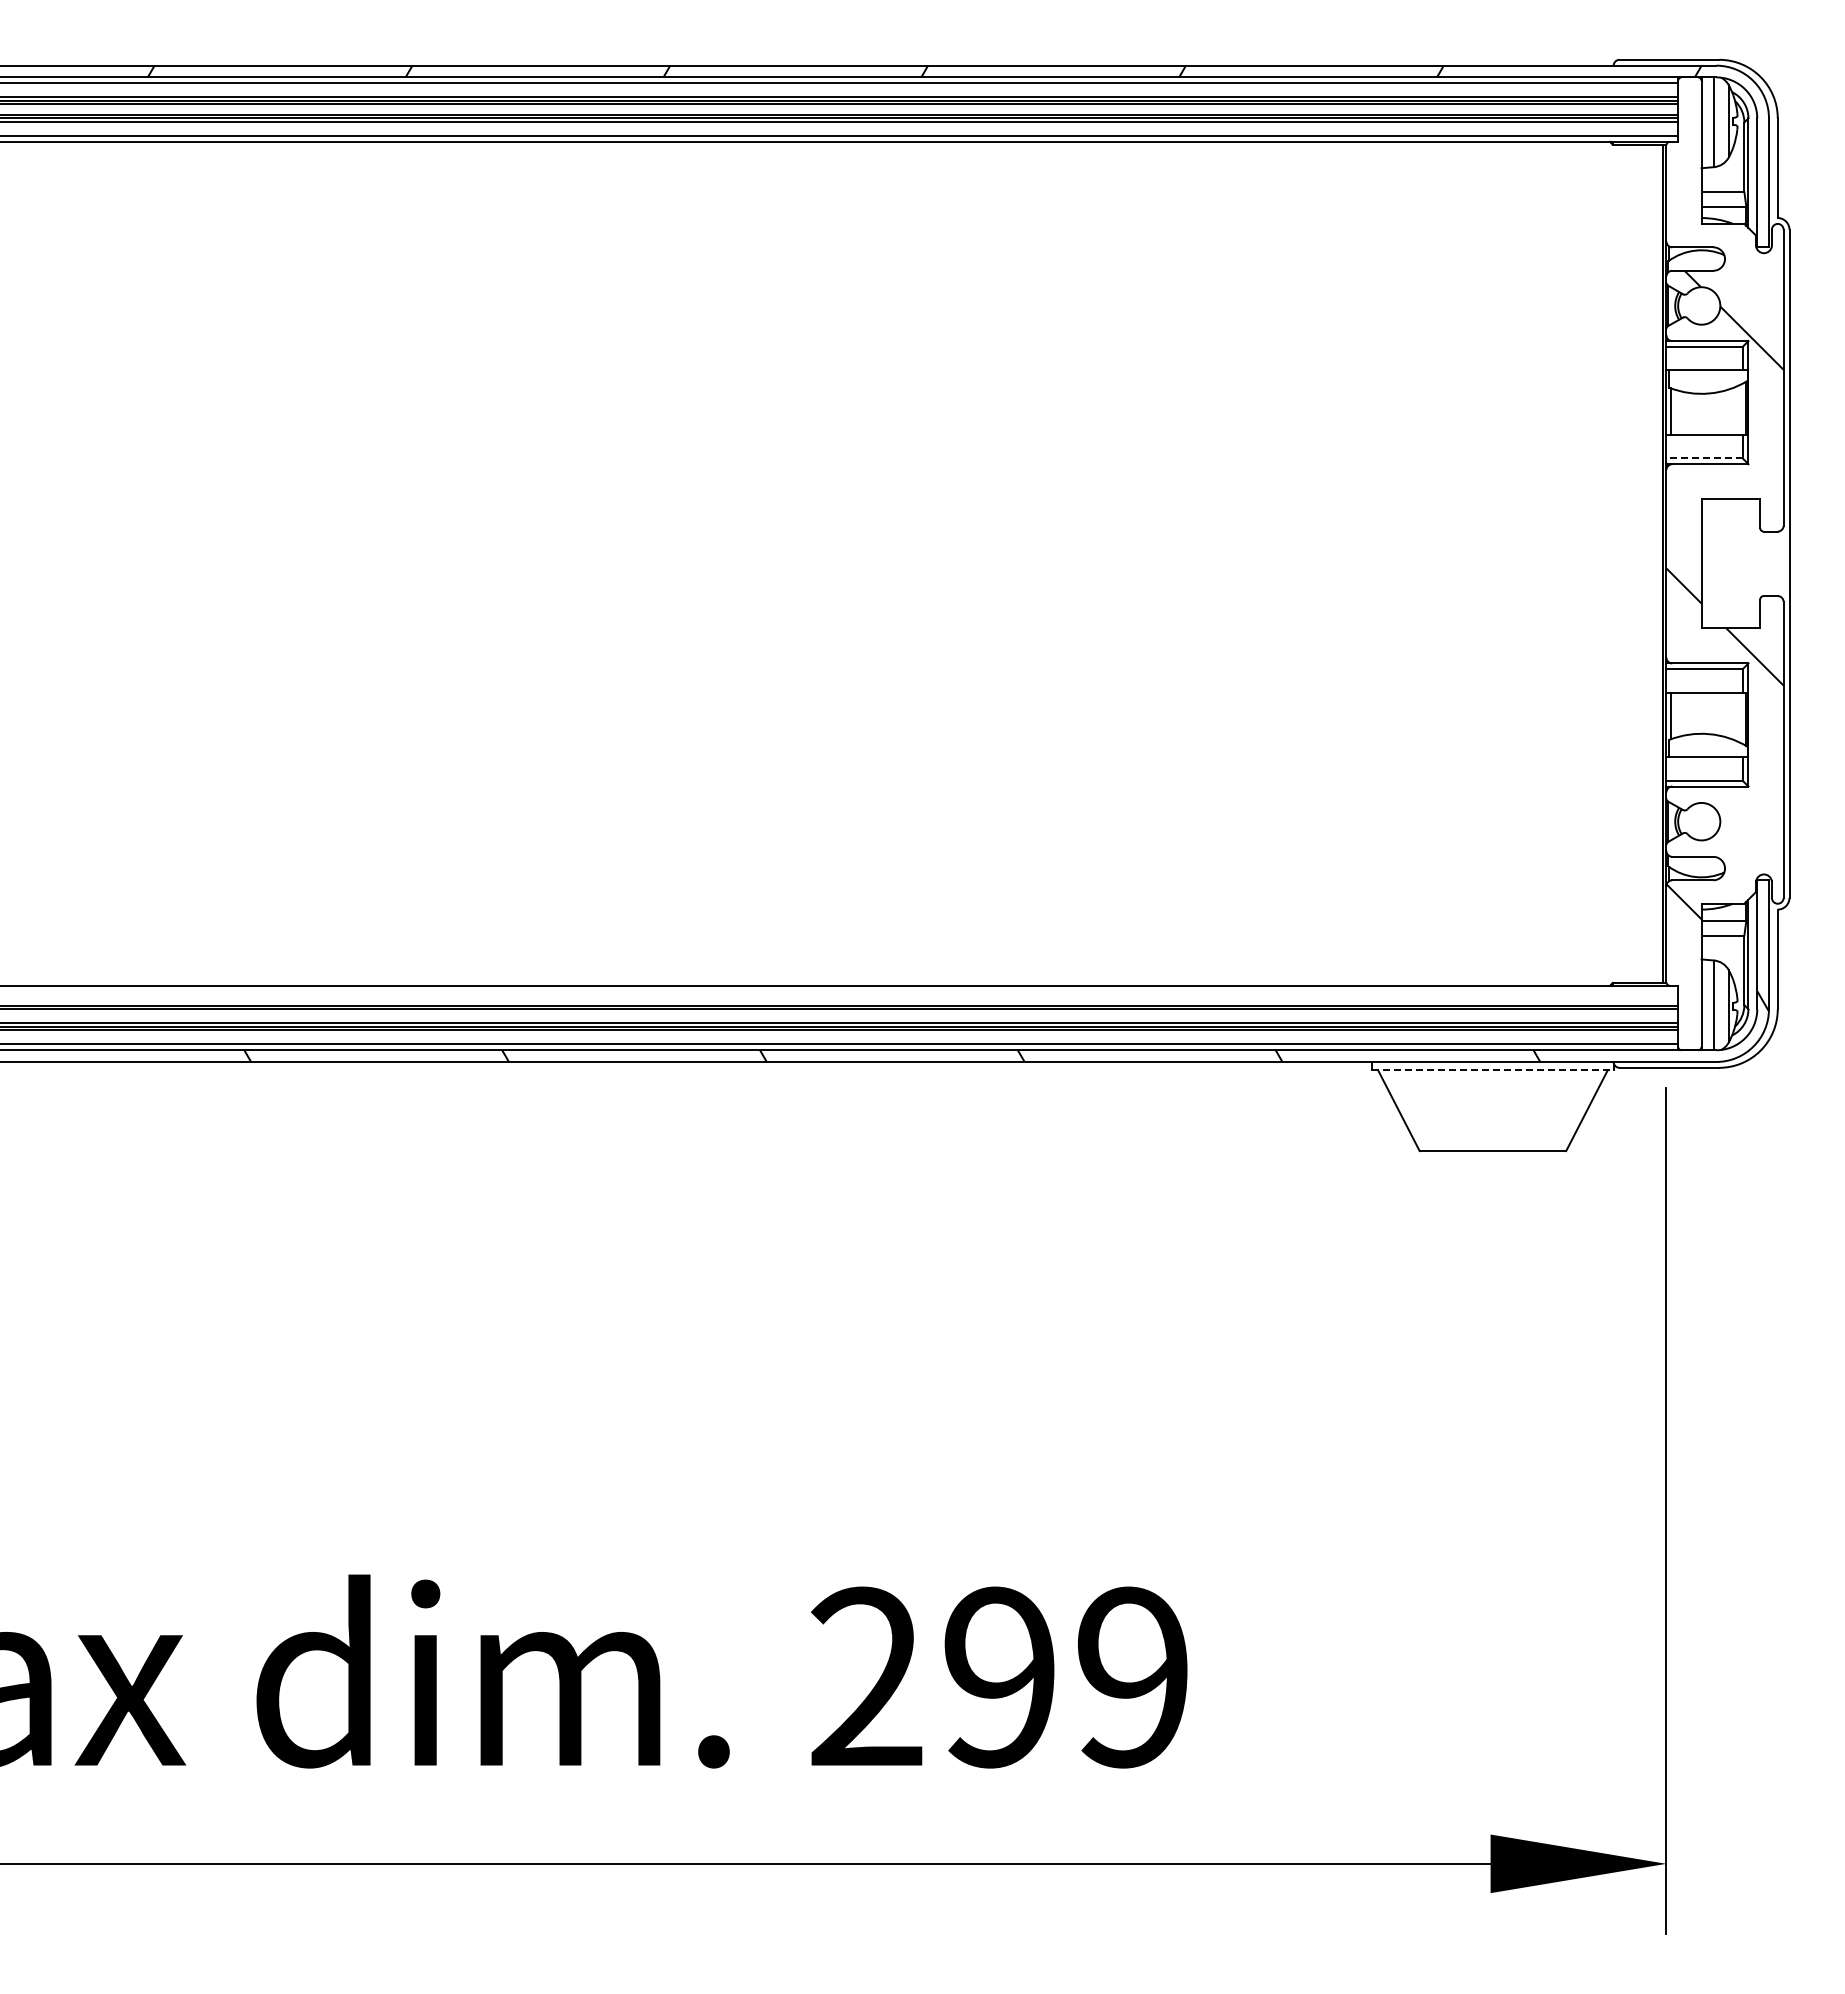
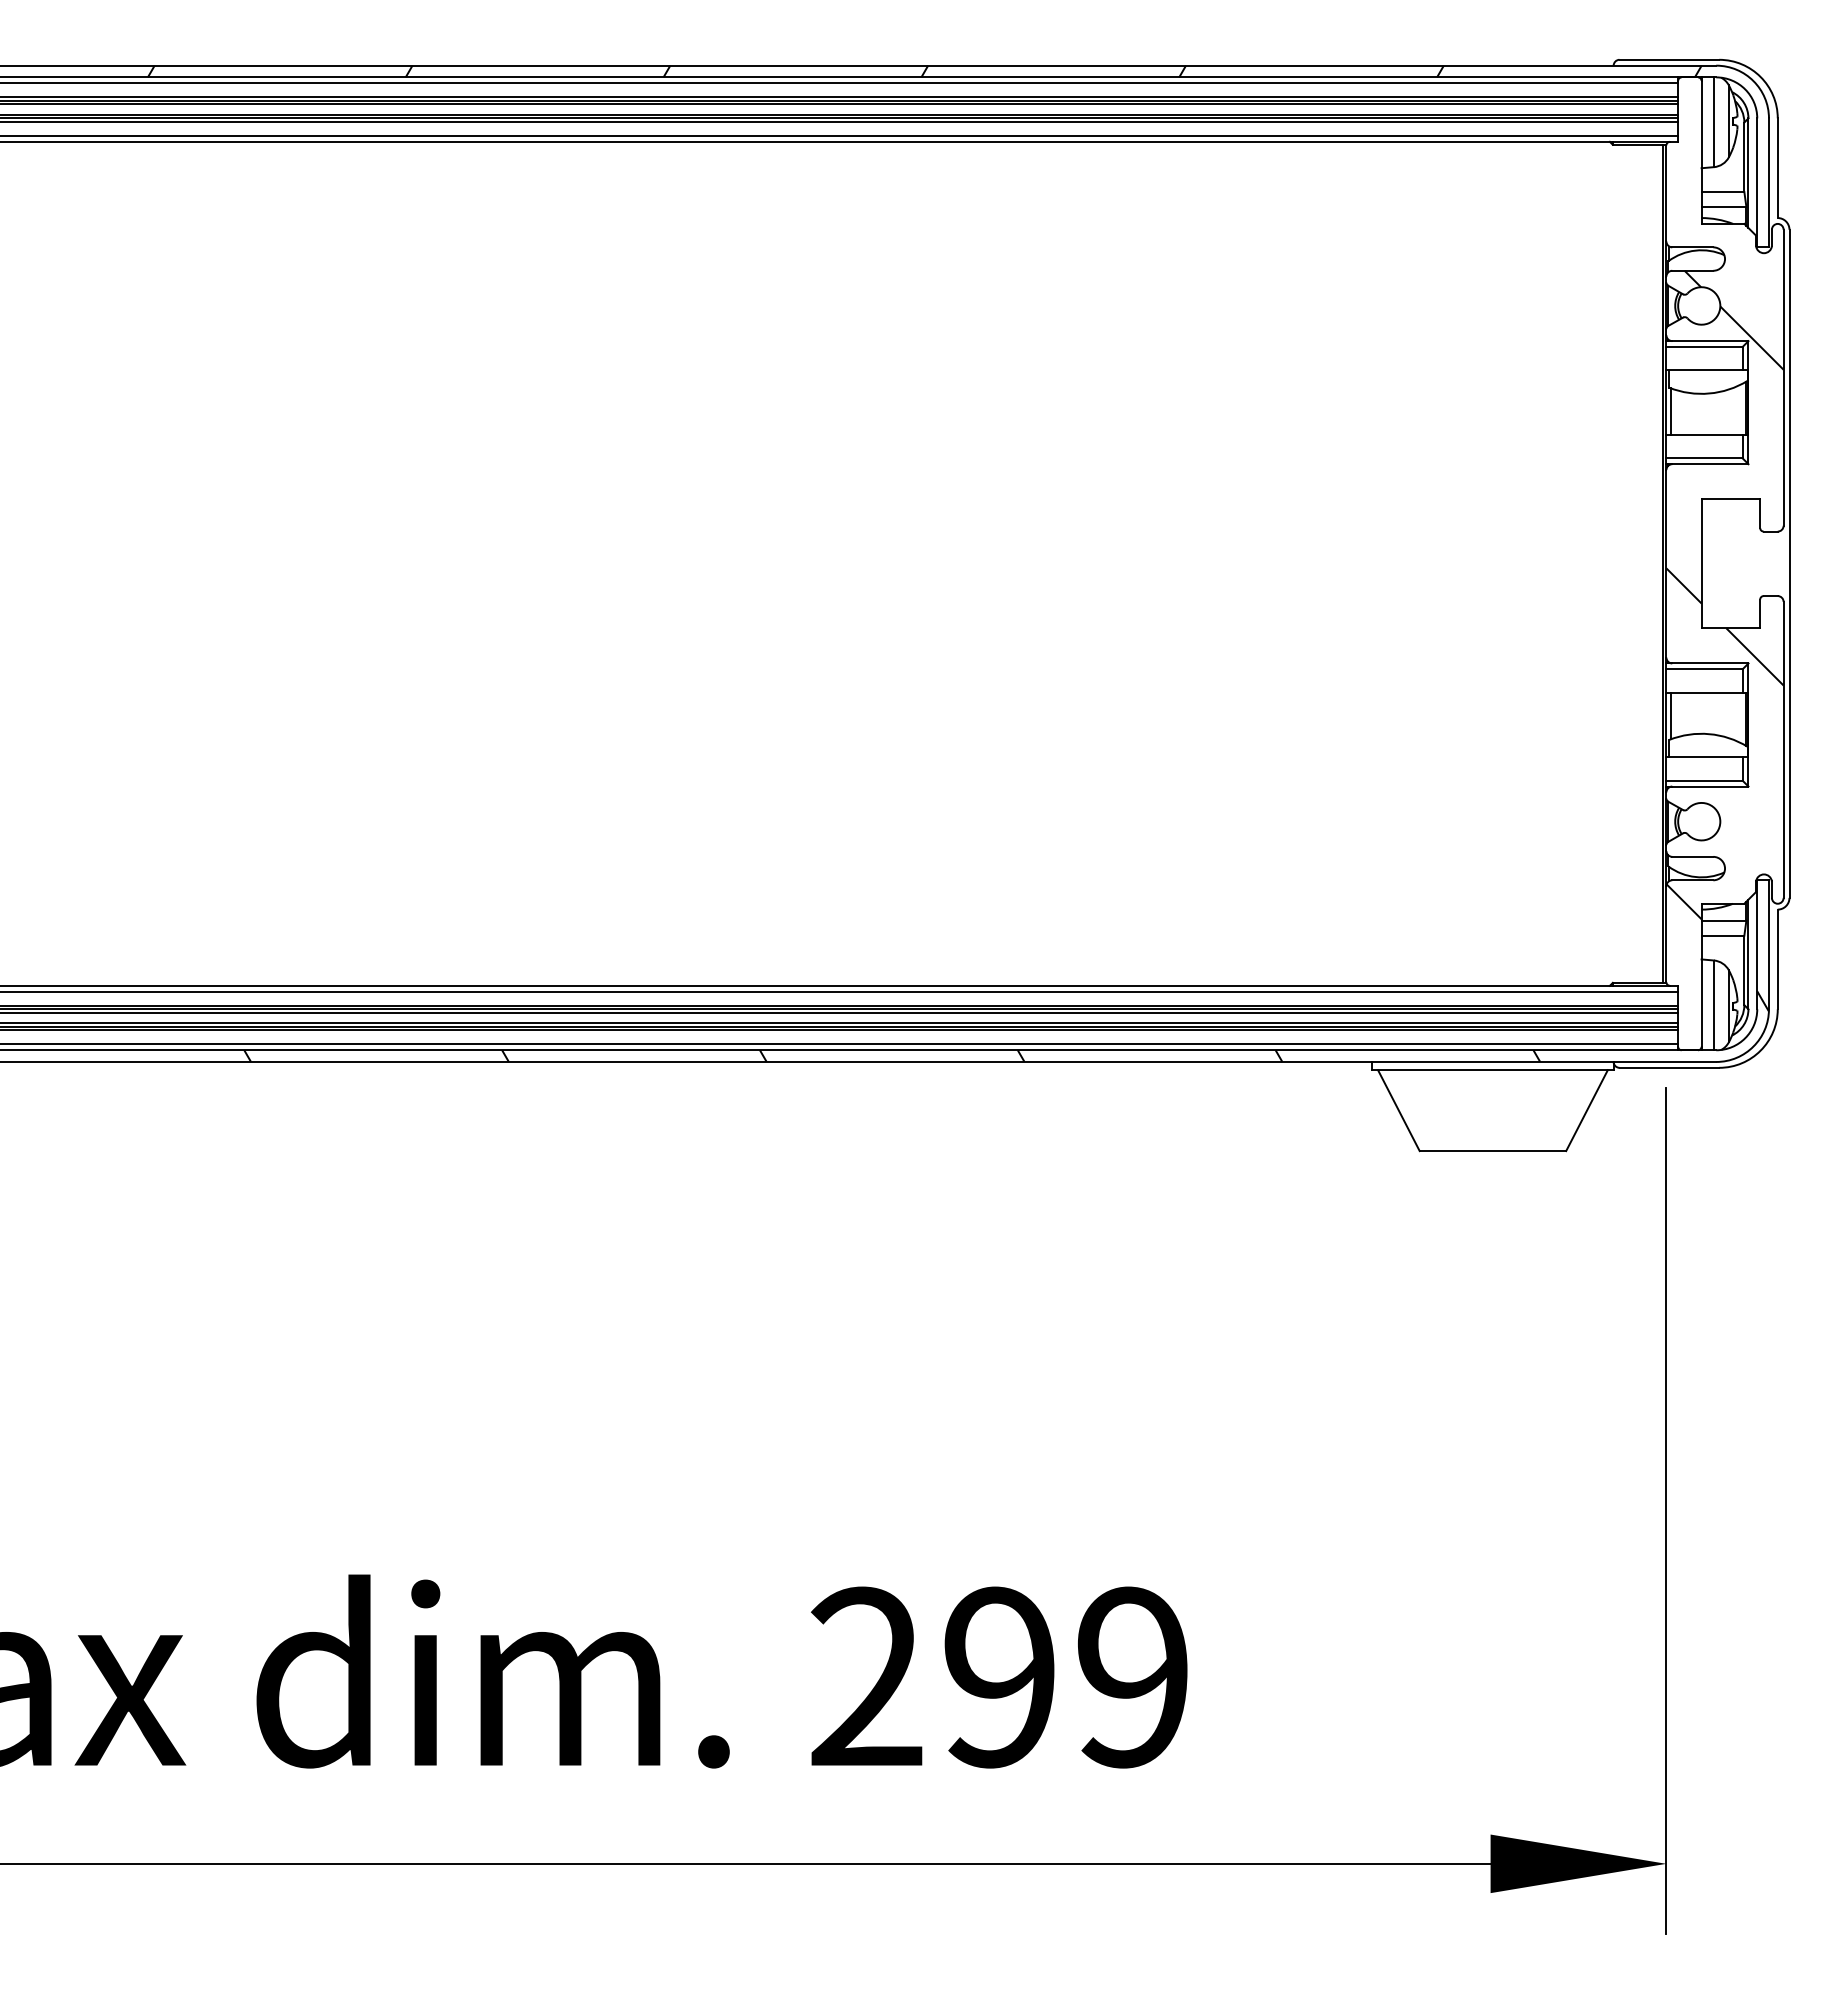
line at (1704, 458): dashed -> solid
line at (840, 991): none -> present
line at (840, 1012): none -> present
line at (1492, 1070): dashed -> solid
